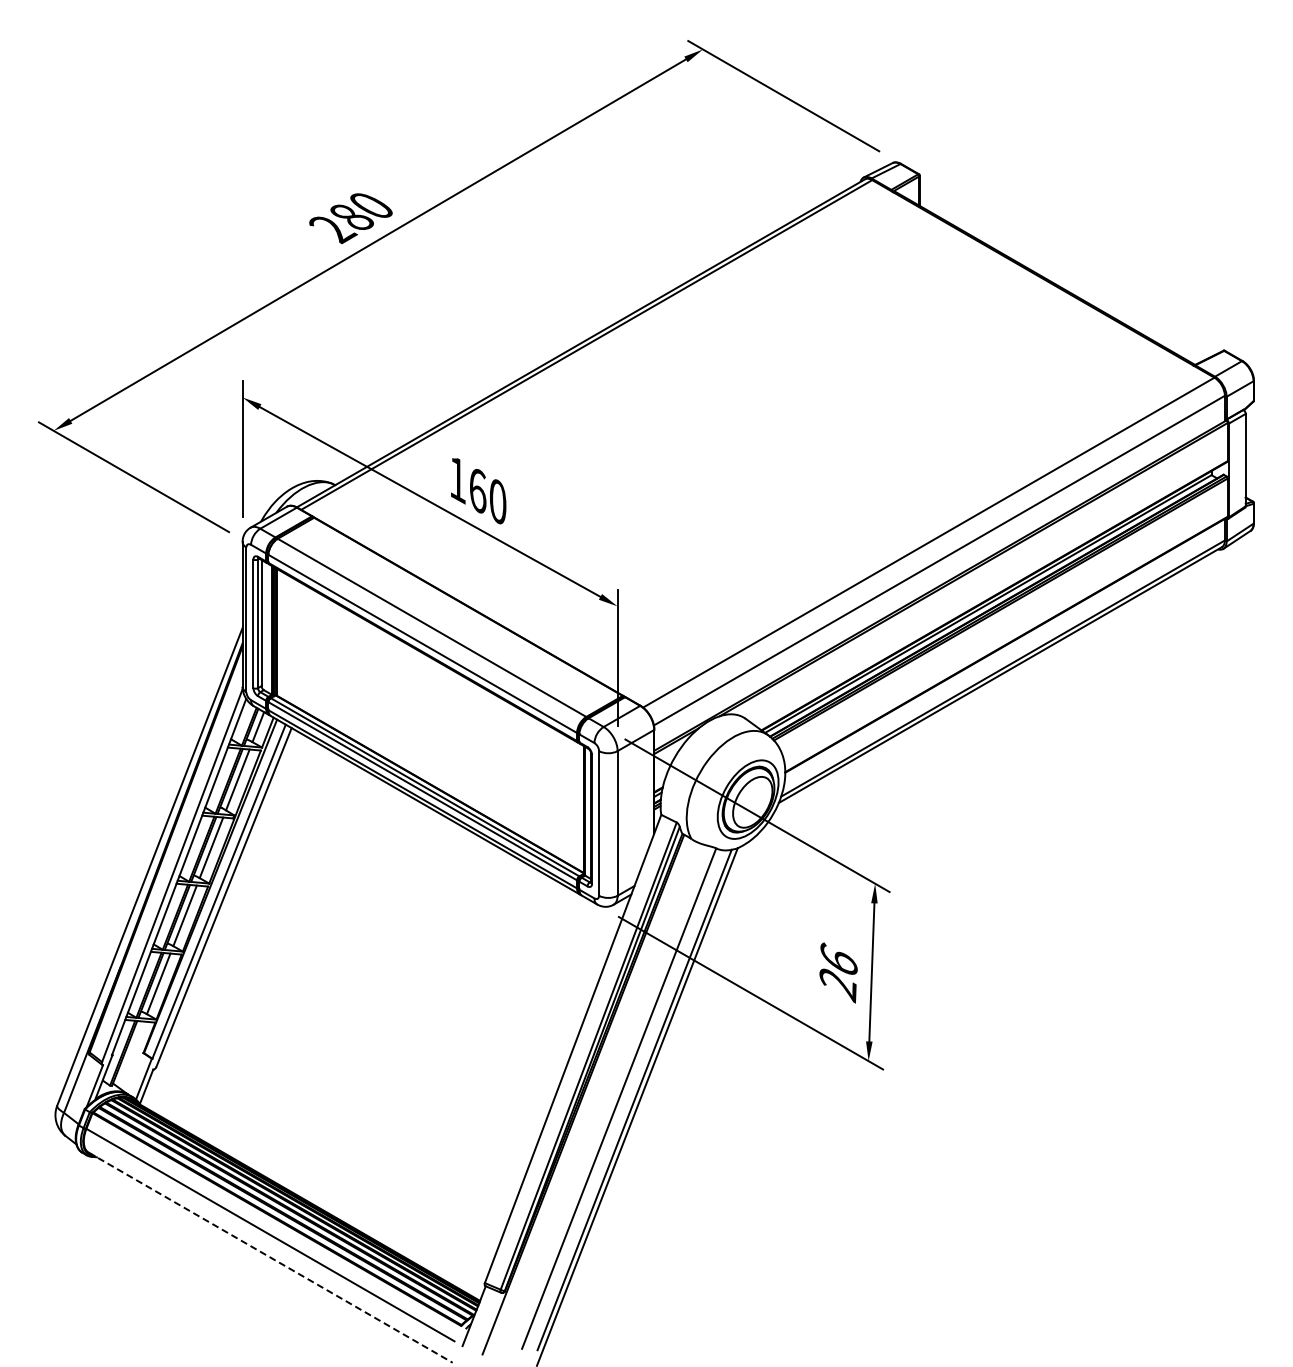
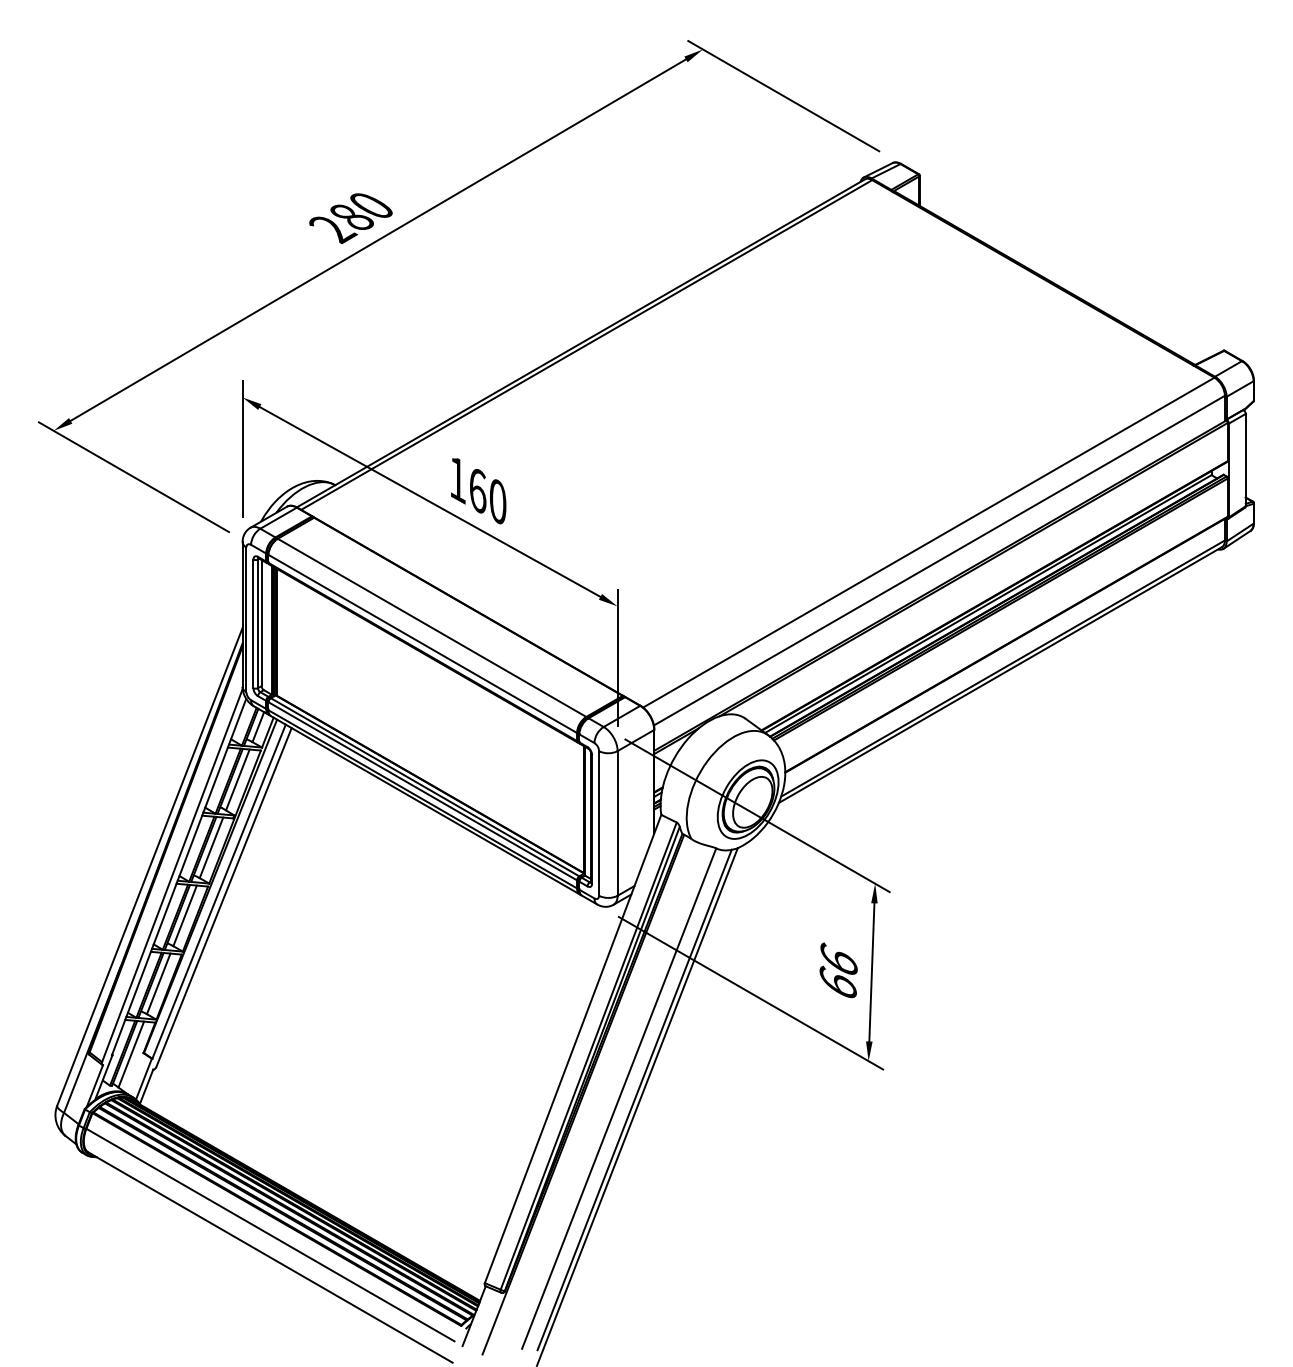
text at (837, 984): 26 -> 66
line at (131, 1054): none -> present
line at (271, 1257): dashed -> solid
